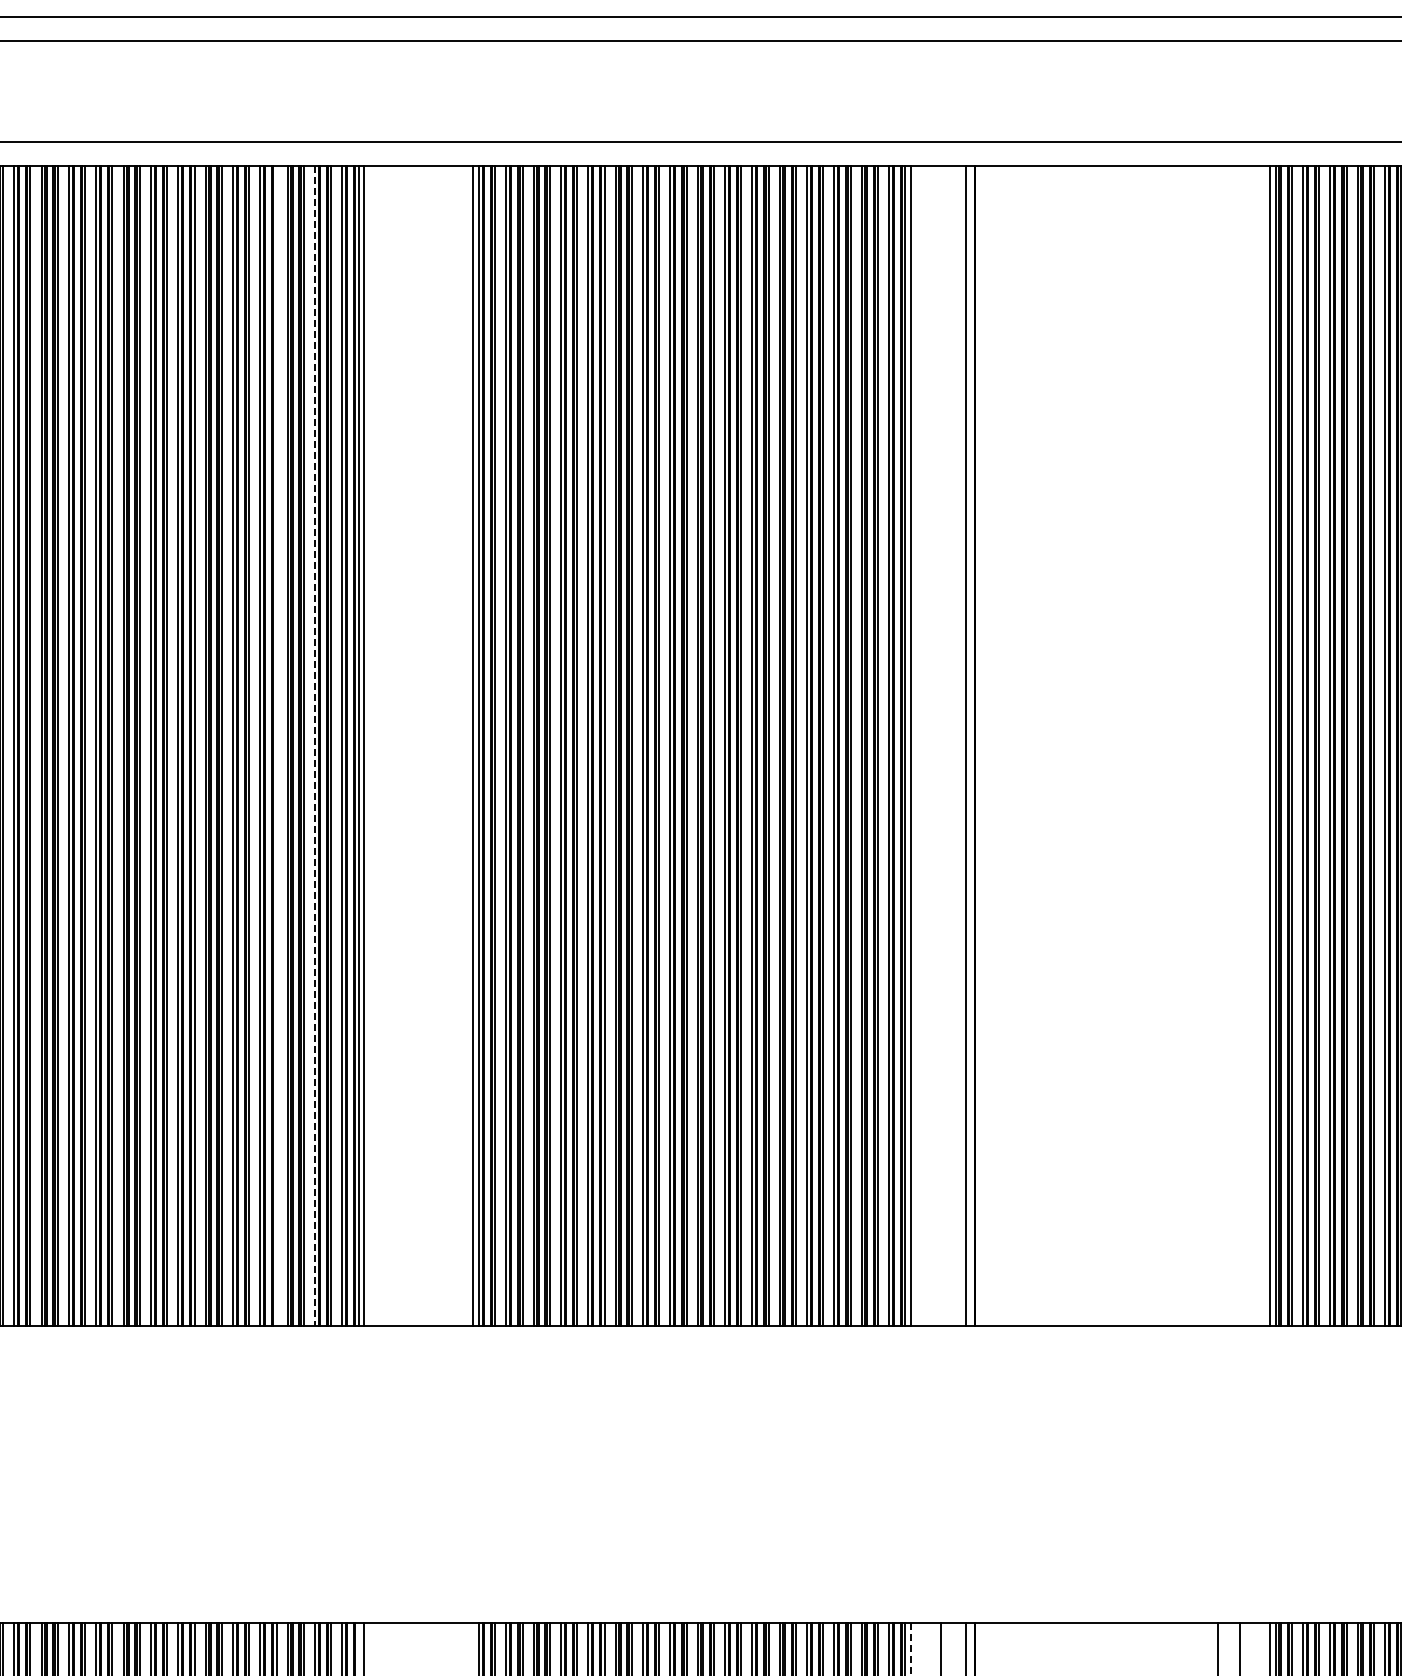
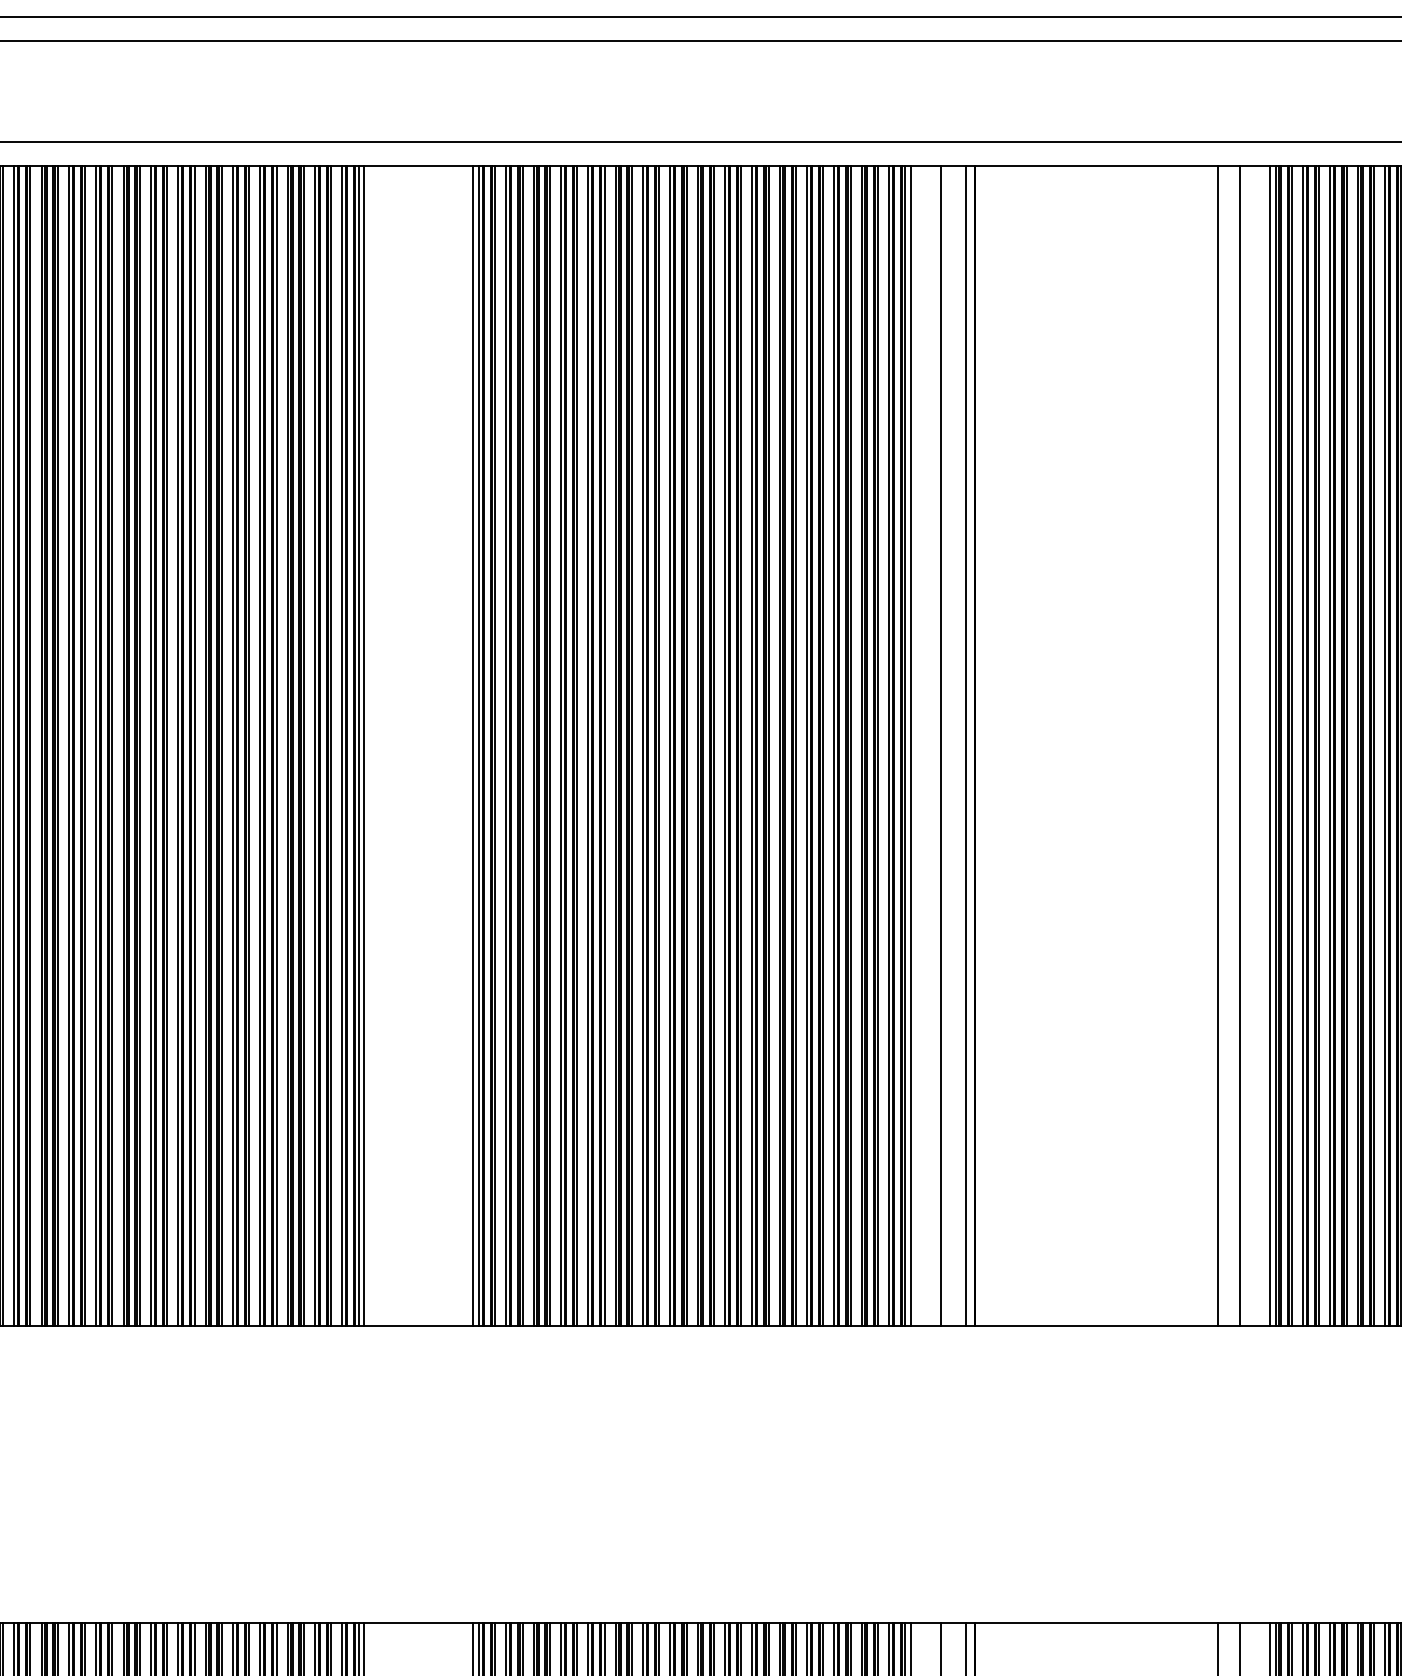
line at (276, 745): none -> present
line at (314, 745): dashed -> solid
line at (941, 745): none -> present
line at (1217, 745): none -> present
line at (1239, 745): none -> present
line at (358, 1647): none -> present
line at (473, 1647): none -> present
line at (910, 1649): dashed -> solid
